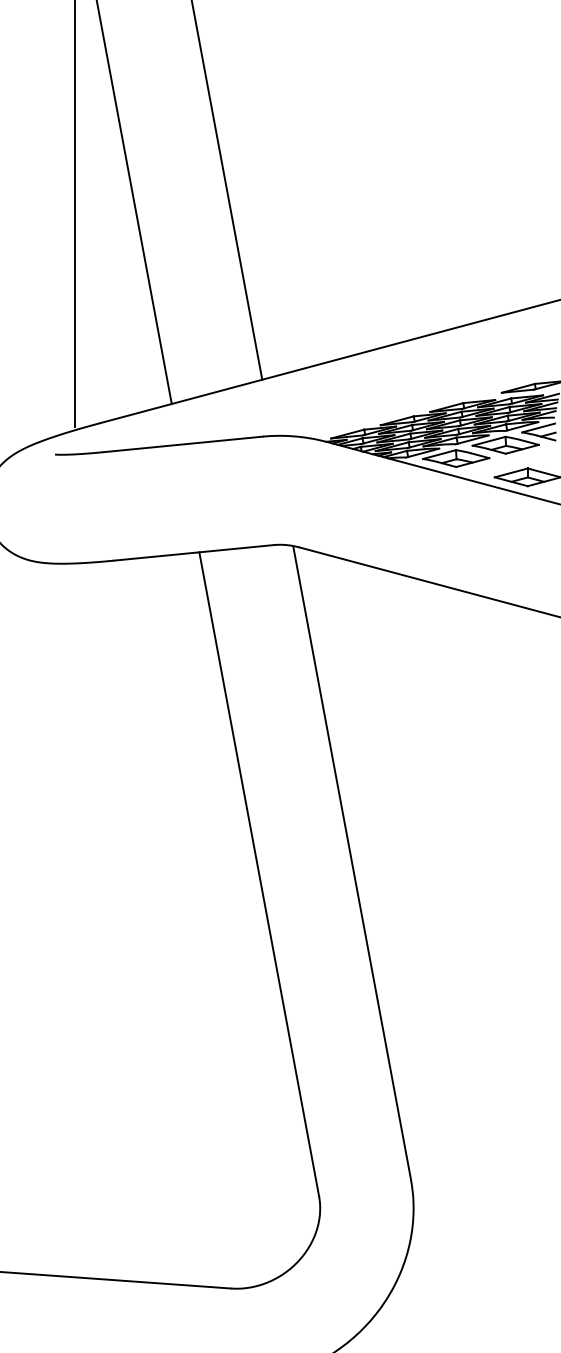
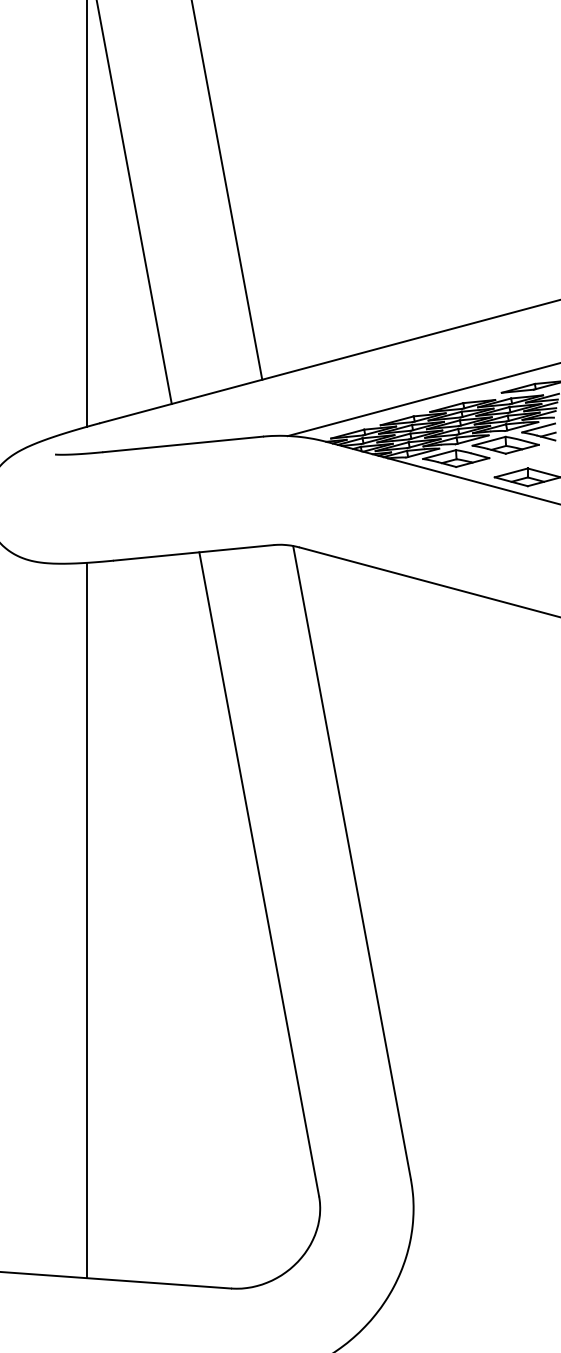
line at (74, 214) position: (74, 214) -> (86, 214)
line at (422, 399): none -> present
line at (86, 920): none -> present
